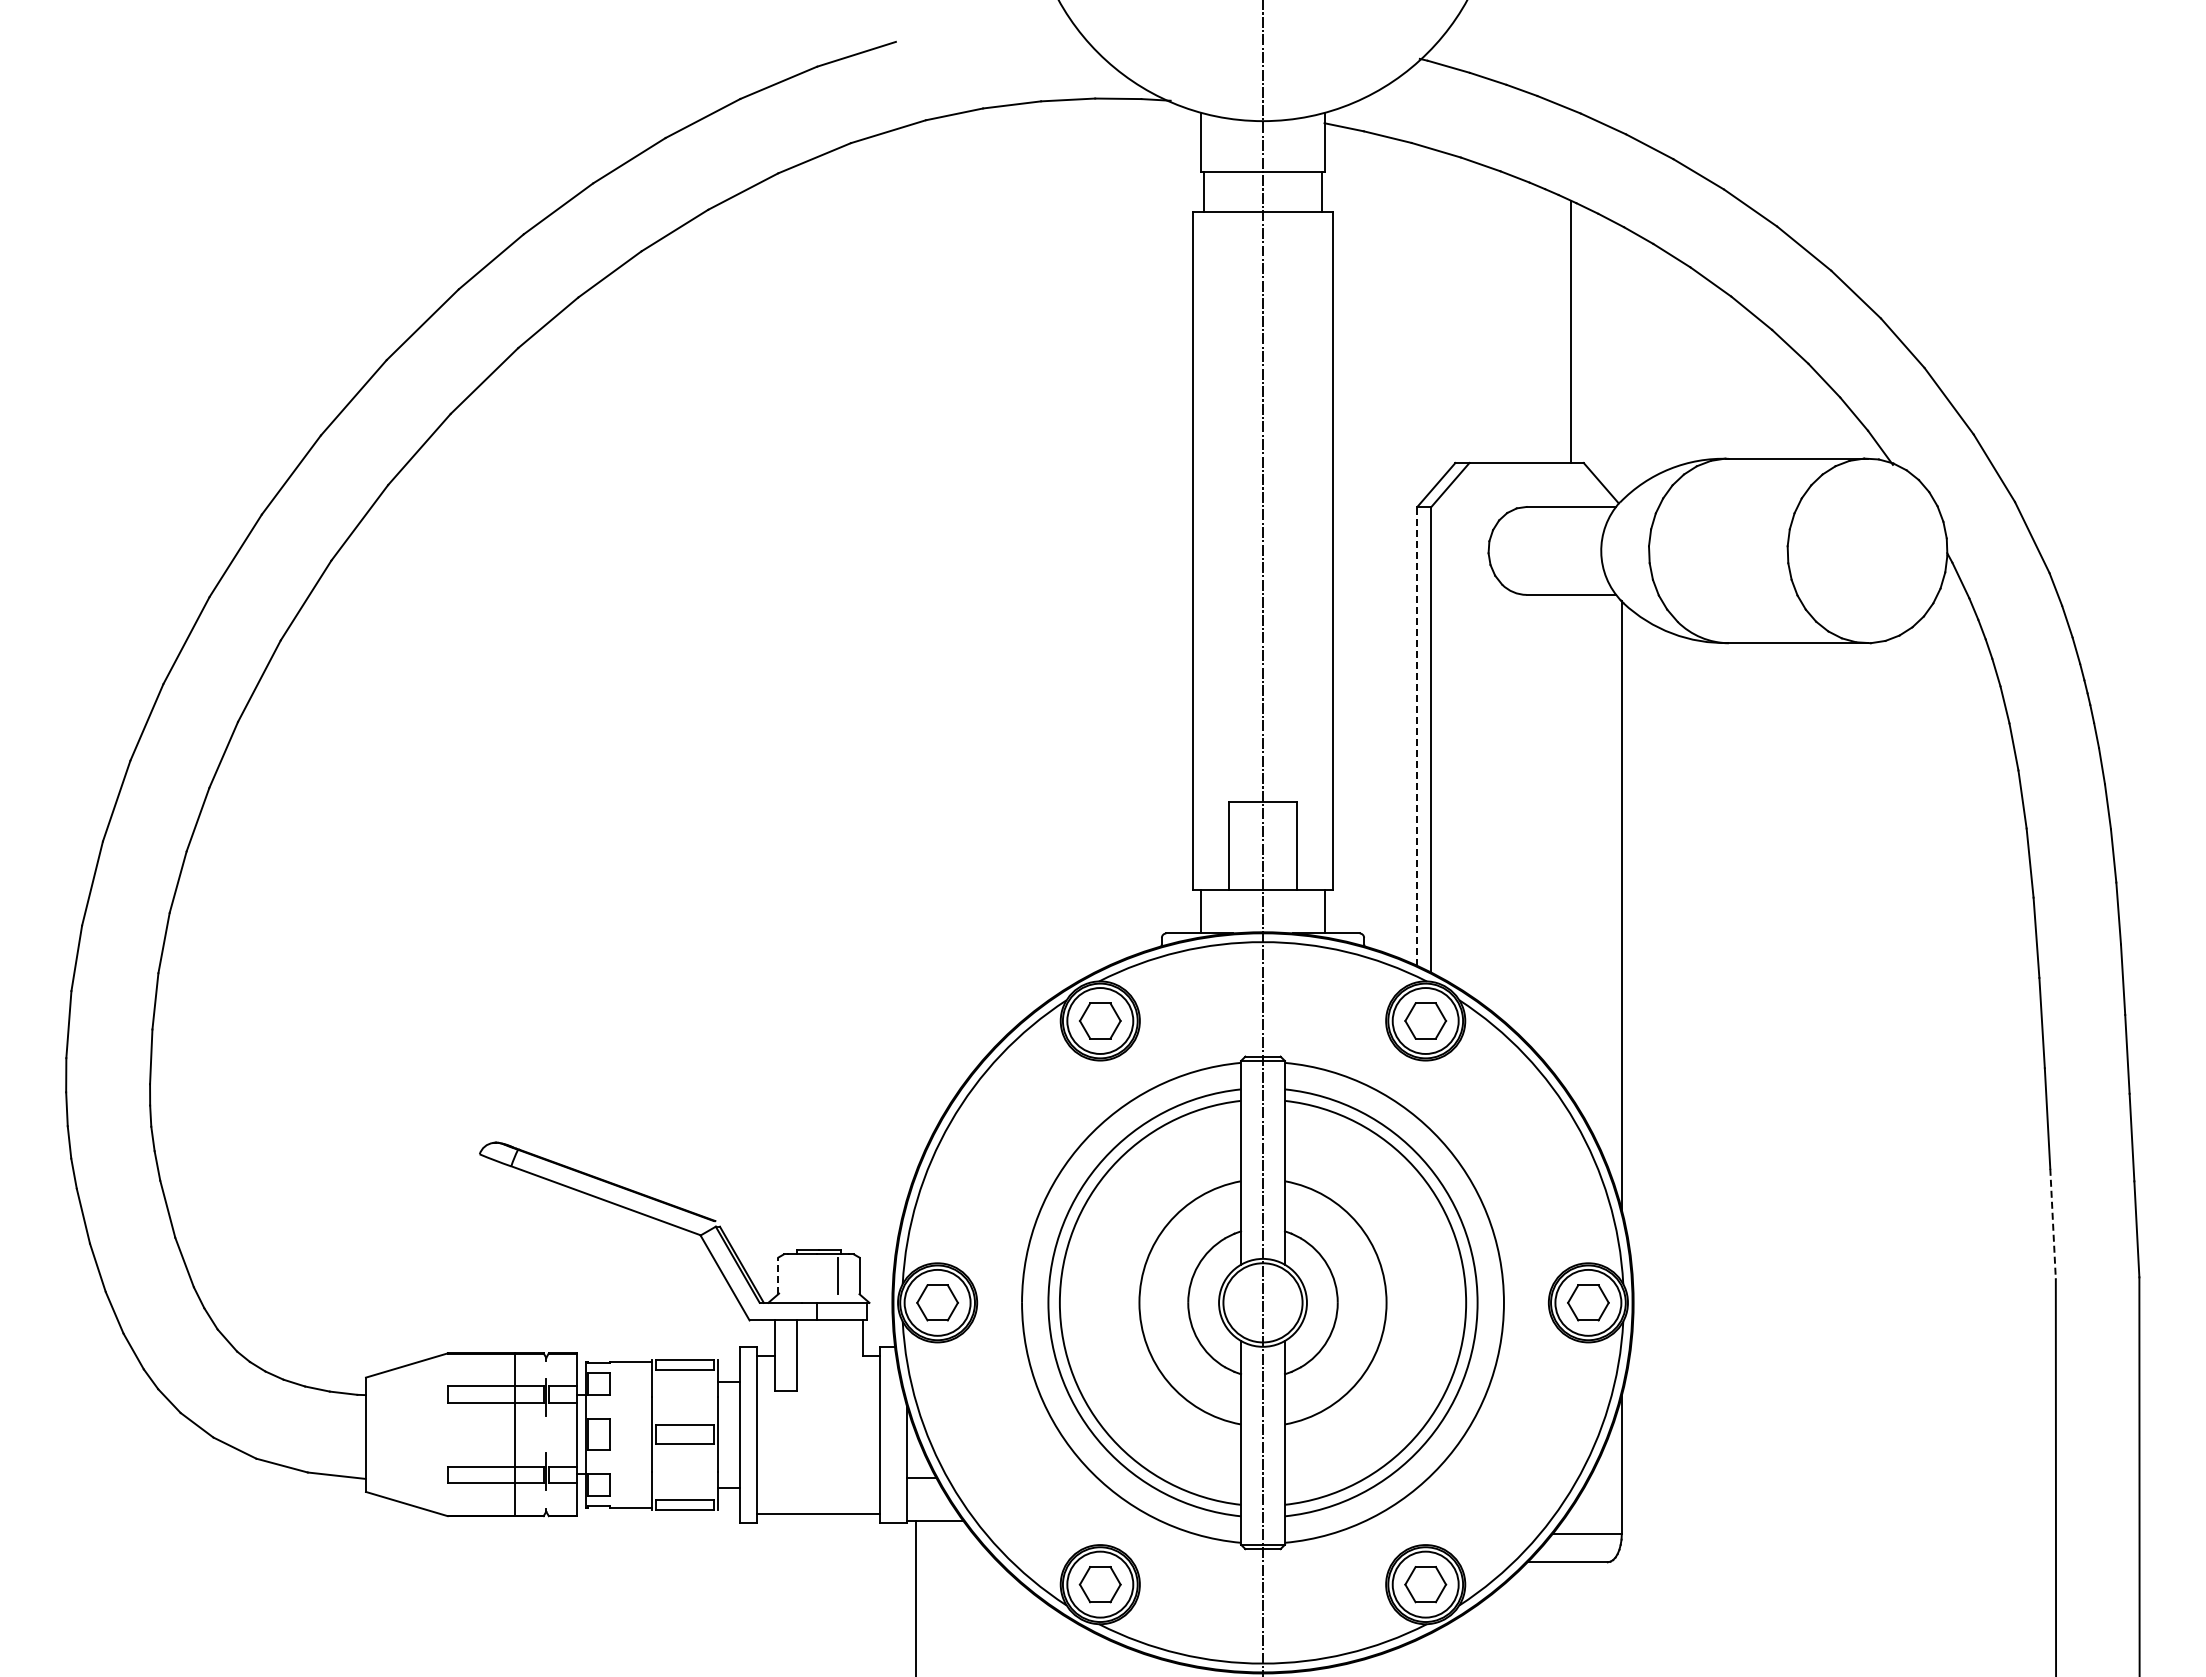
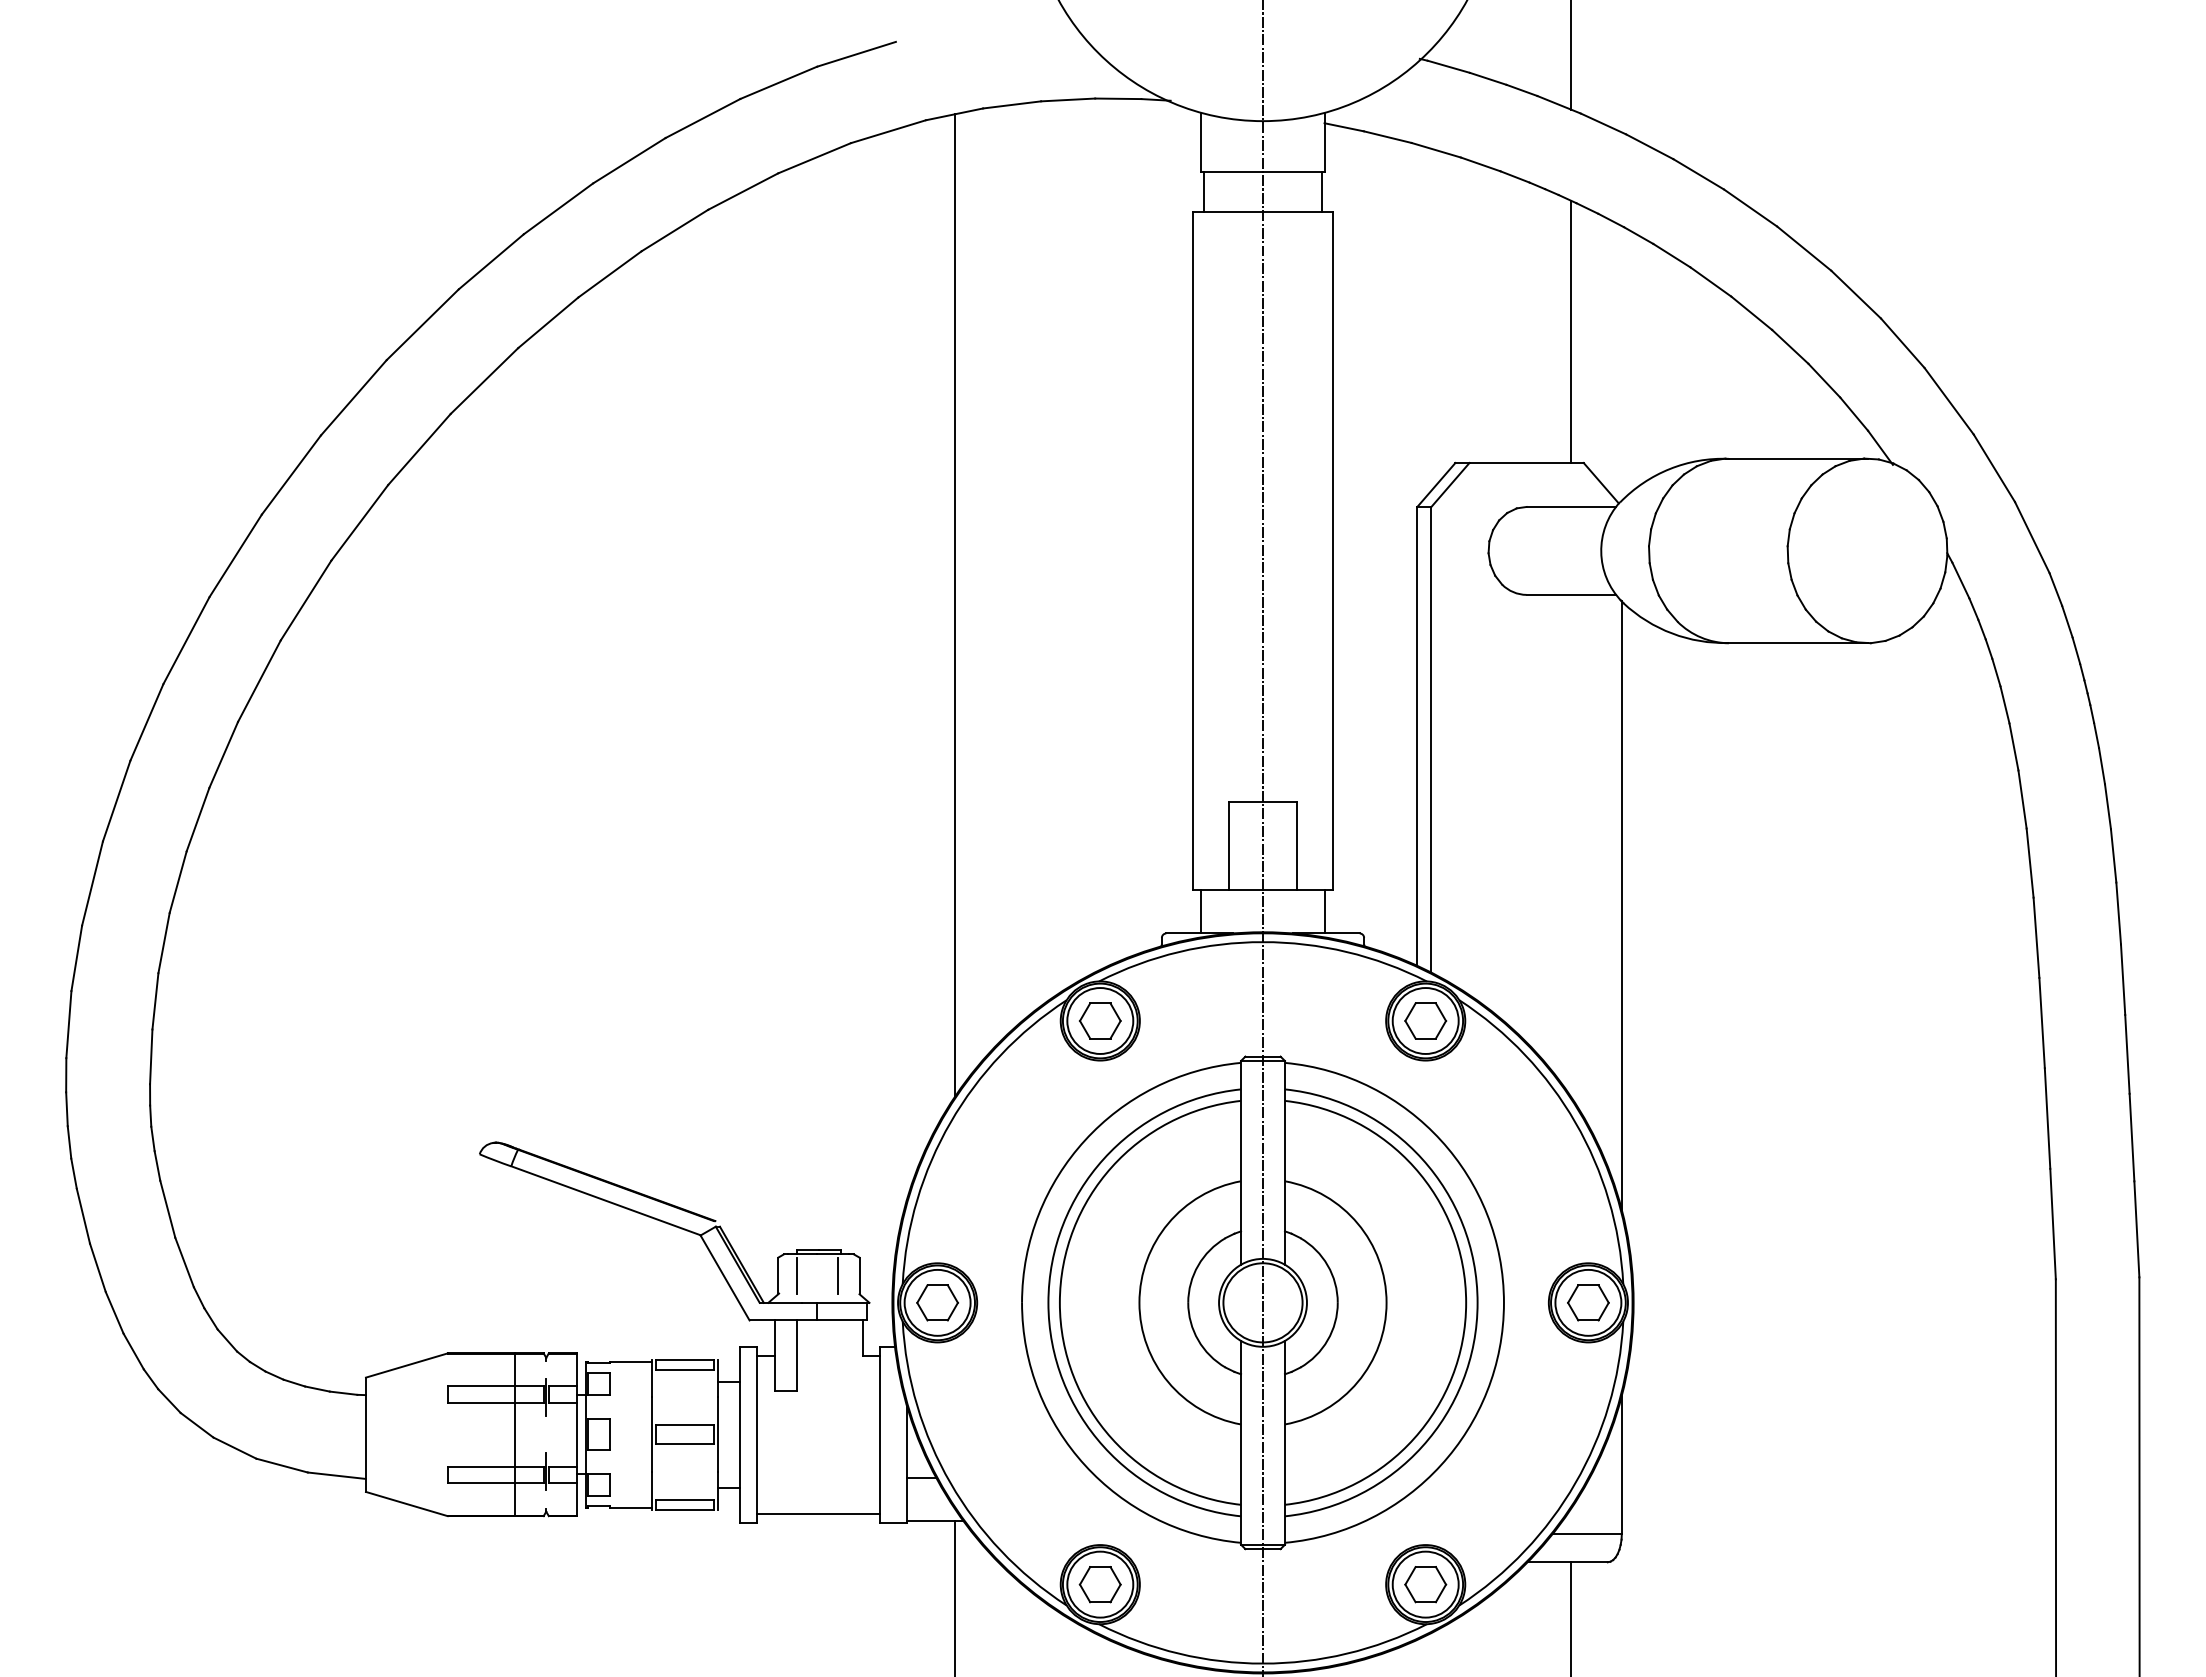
line at (1570, 55): none -> present
line at (955, 605): none -> present
line at (1417, 735): dashed -> solid
line at (2053, 1224): dashed -> solid
line at (778, 1275): dashed -> solid
line at (797, 1275): none -> present
line at (916, 1597) position: (916, 1597) -> (955, 1597)
line at (1570, 1617): none -> present
